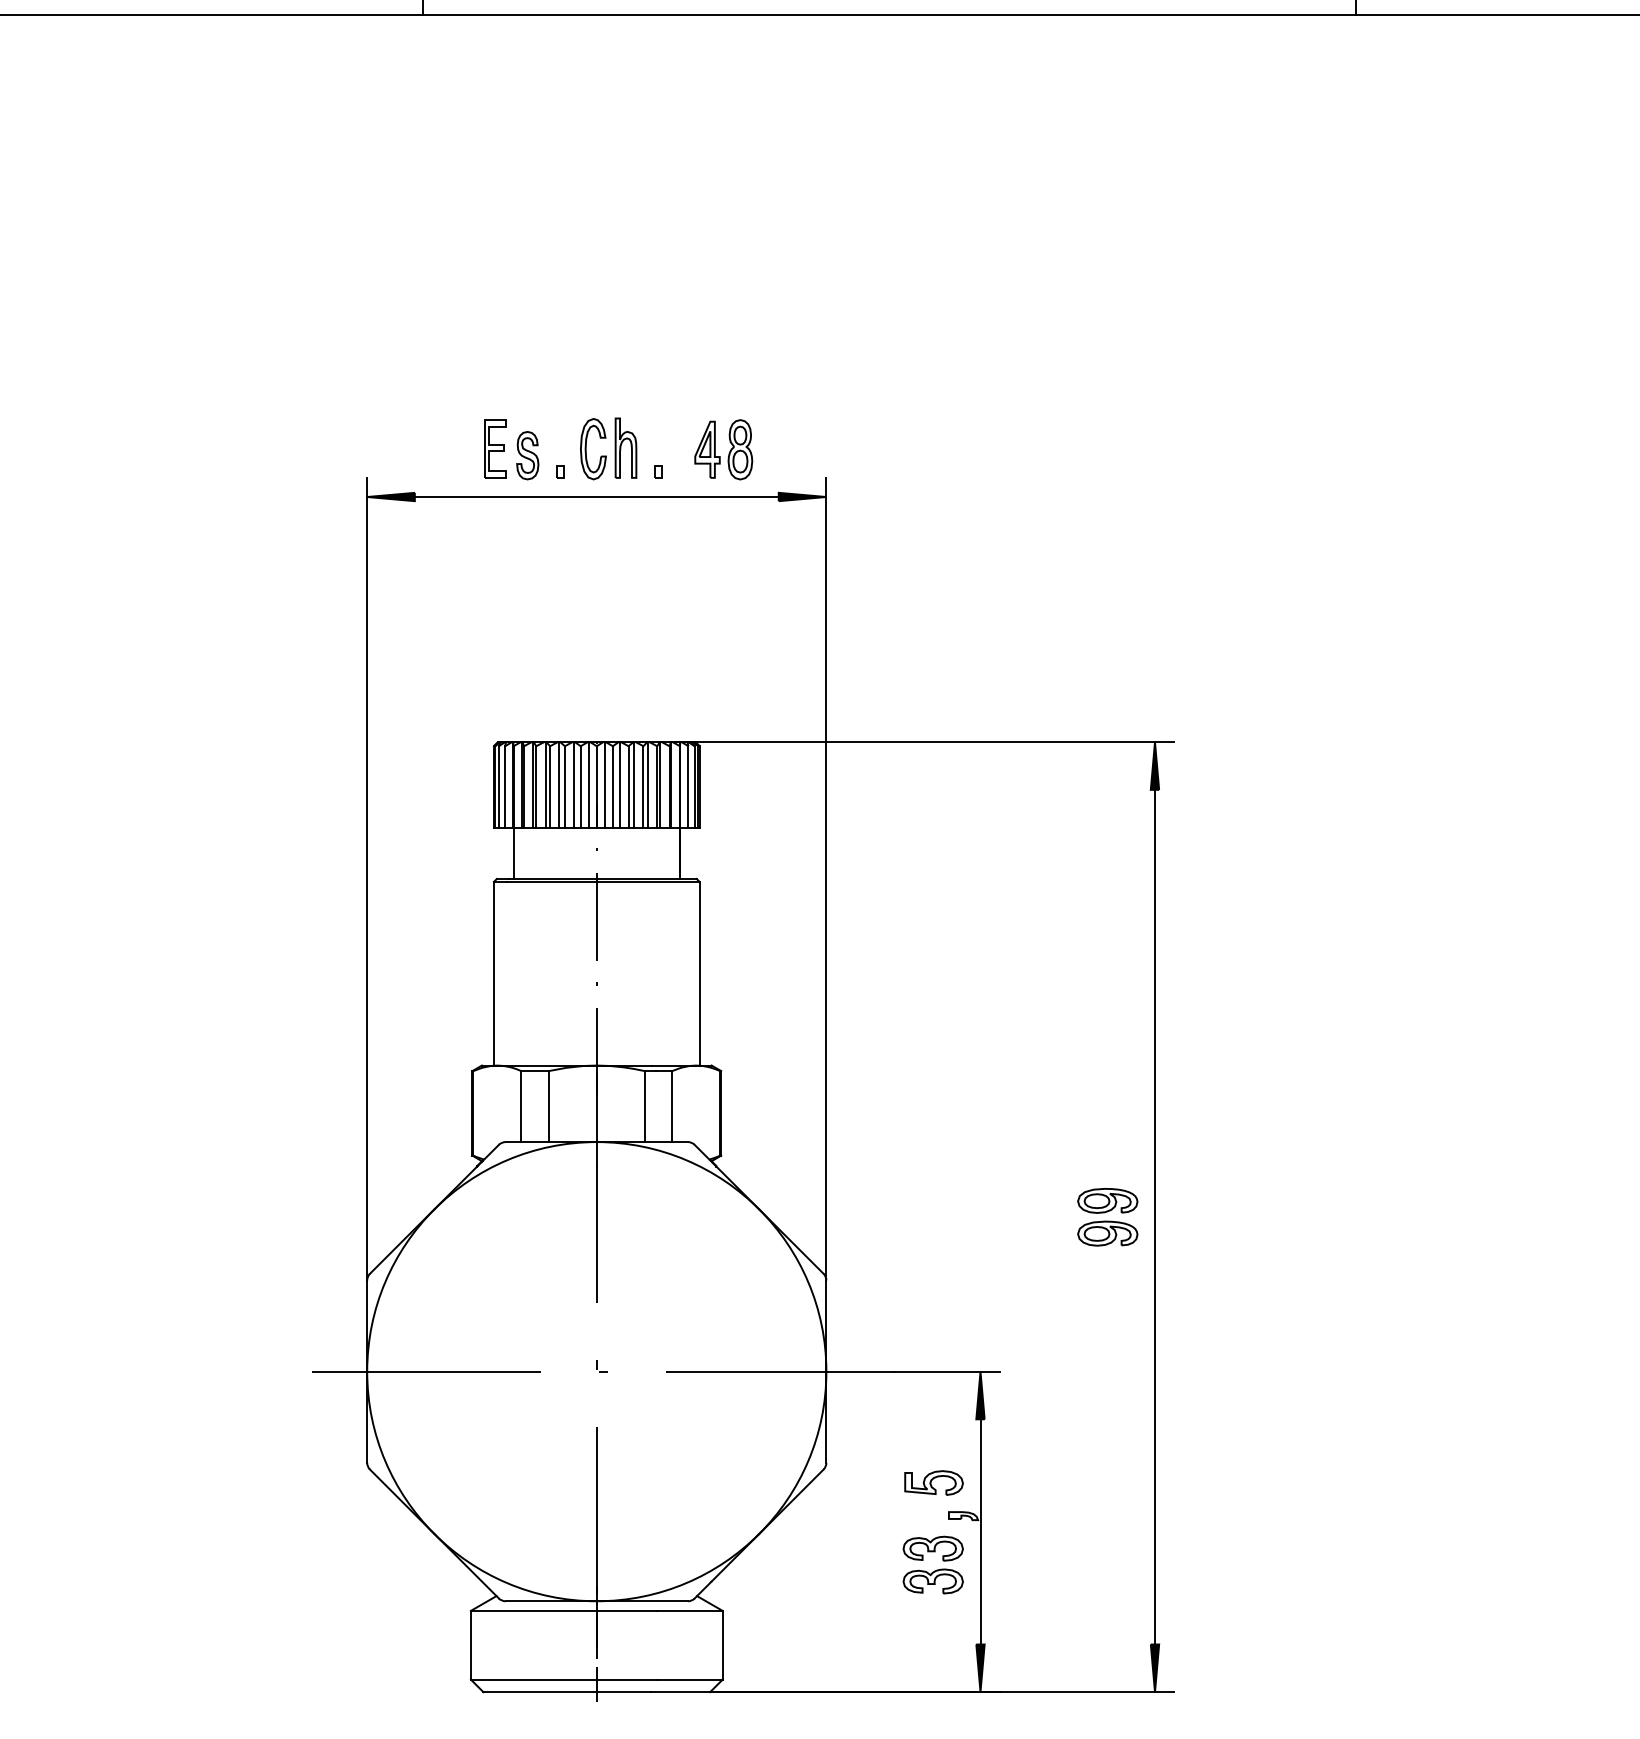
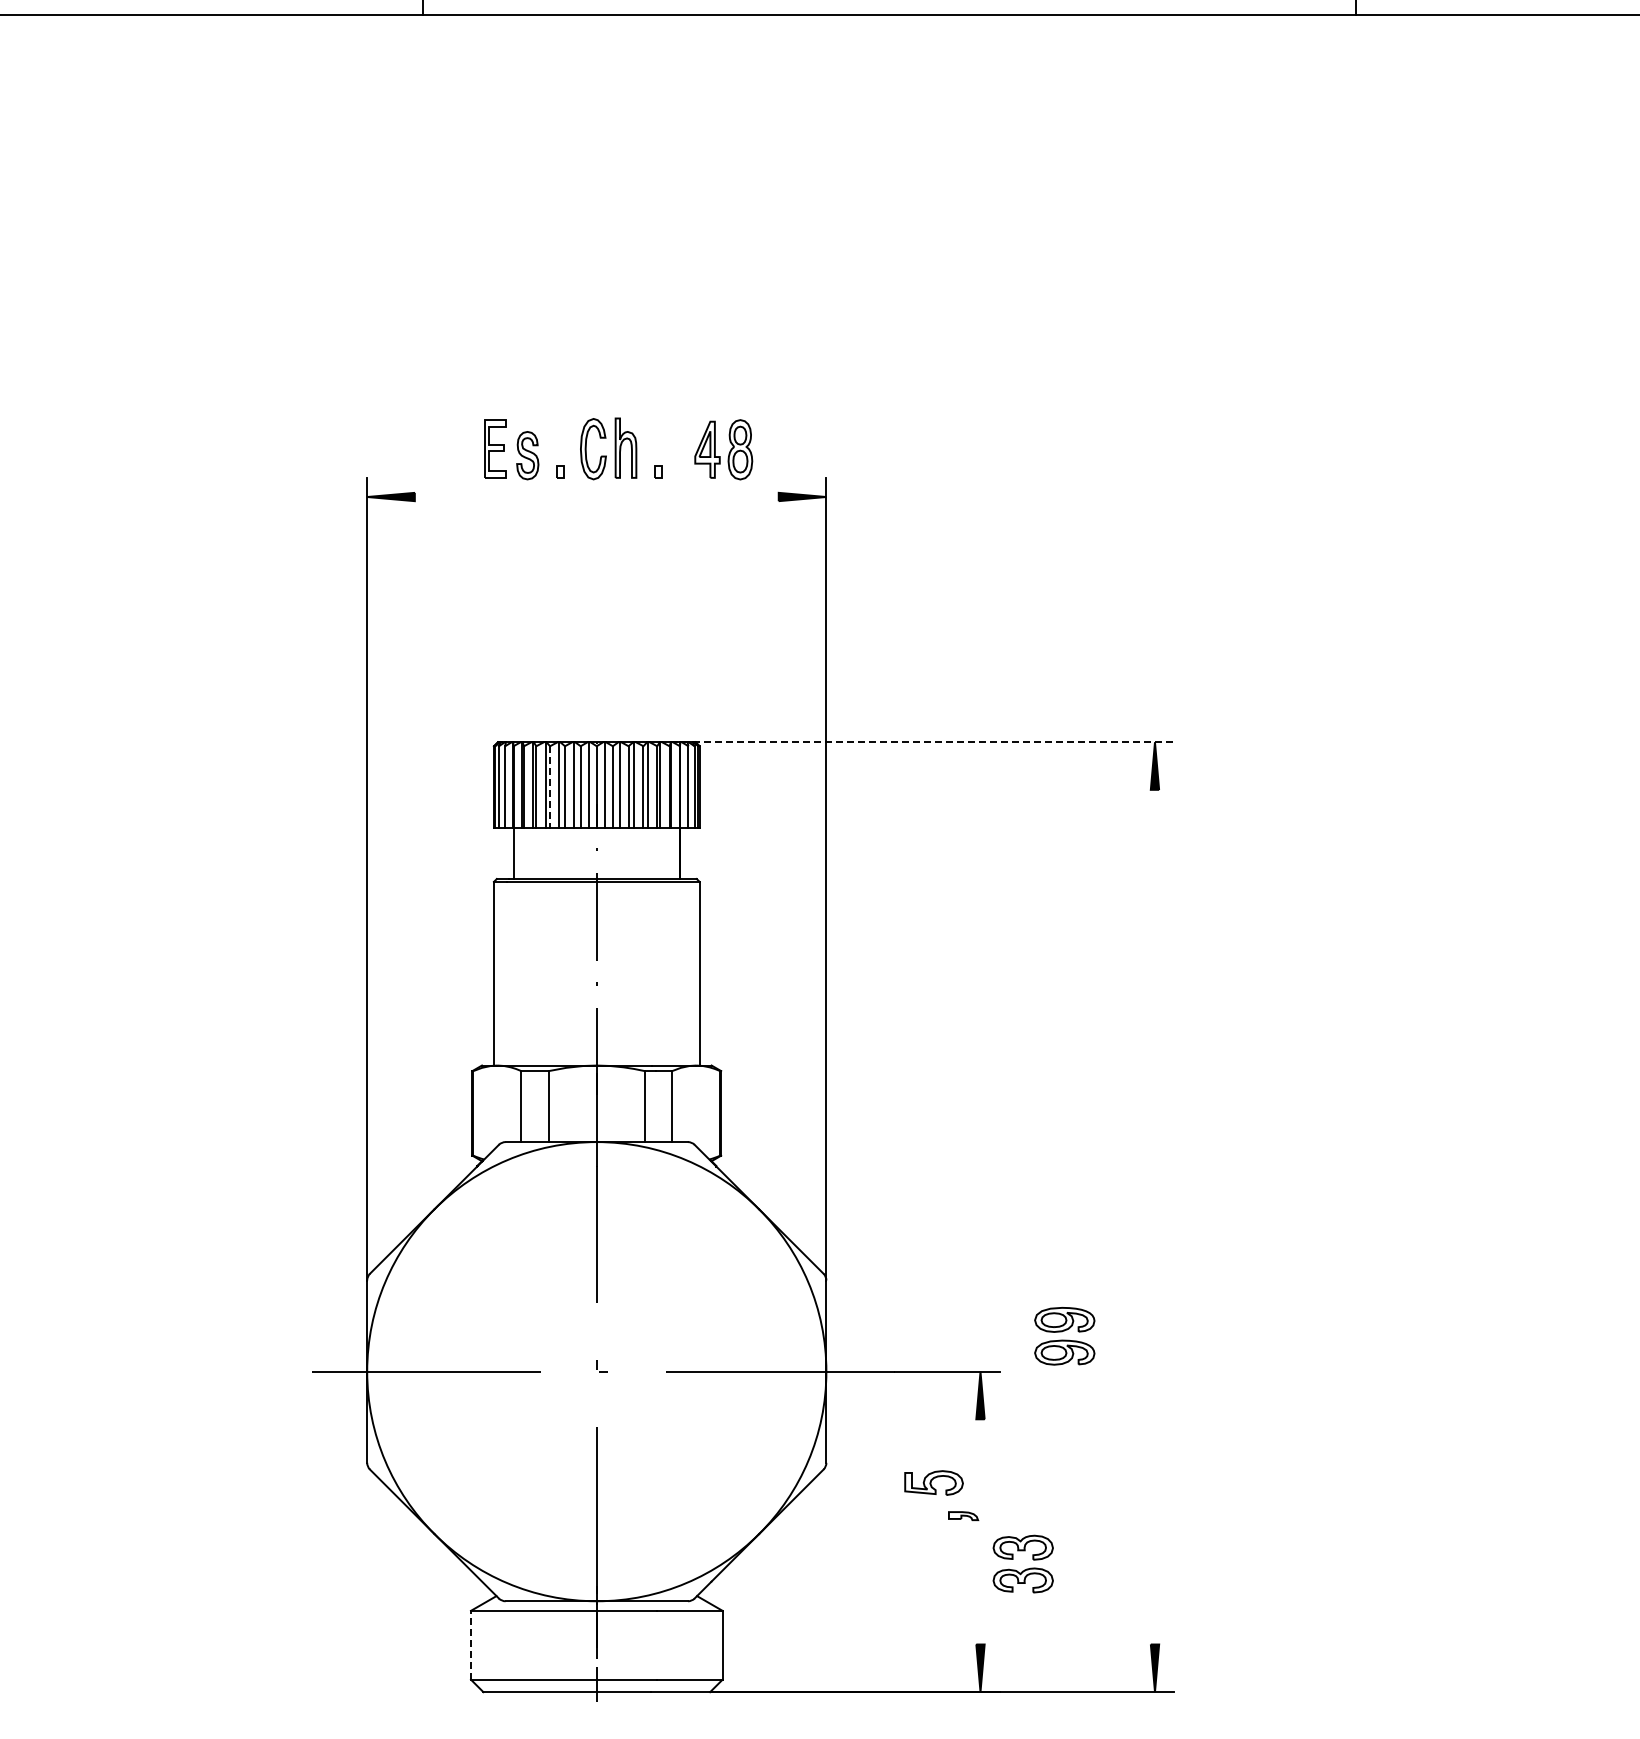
line at (596, 497): present -> none
line at (922, 742): solid -> dashed
line at (550, 787): solid -> dashed
line at (1154, 1216): present -> none
part at (1107, 1217) position: (1107, 1217) -> (1064, 1336)
line at (980, 1531): present -> none
part at (934, 1570) position: (934, 1570) -> (1024, 1569)
line at (471, 1644): solid -> dashed
